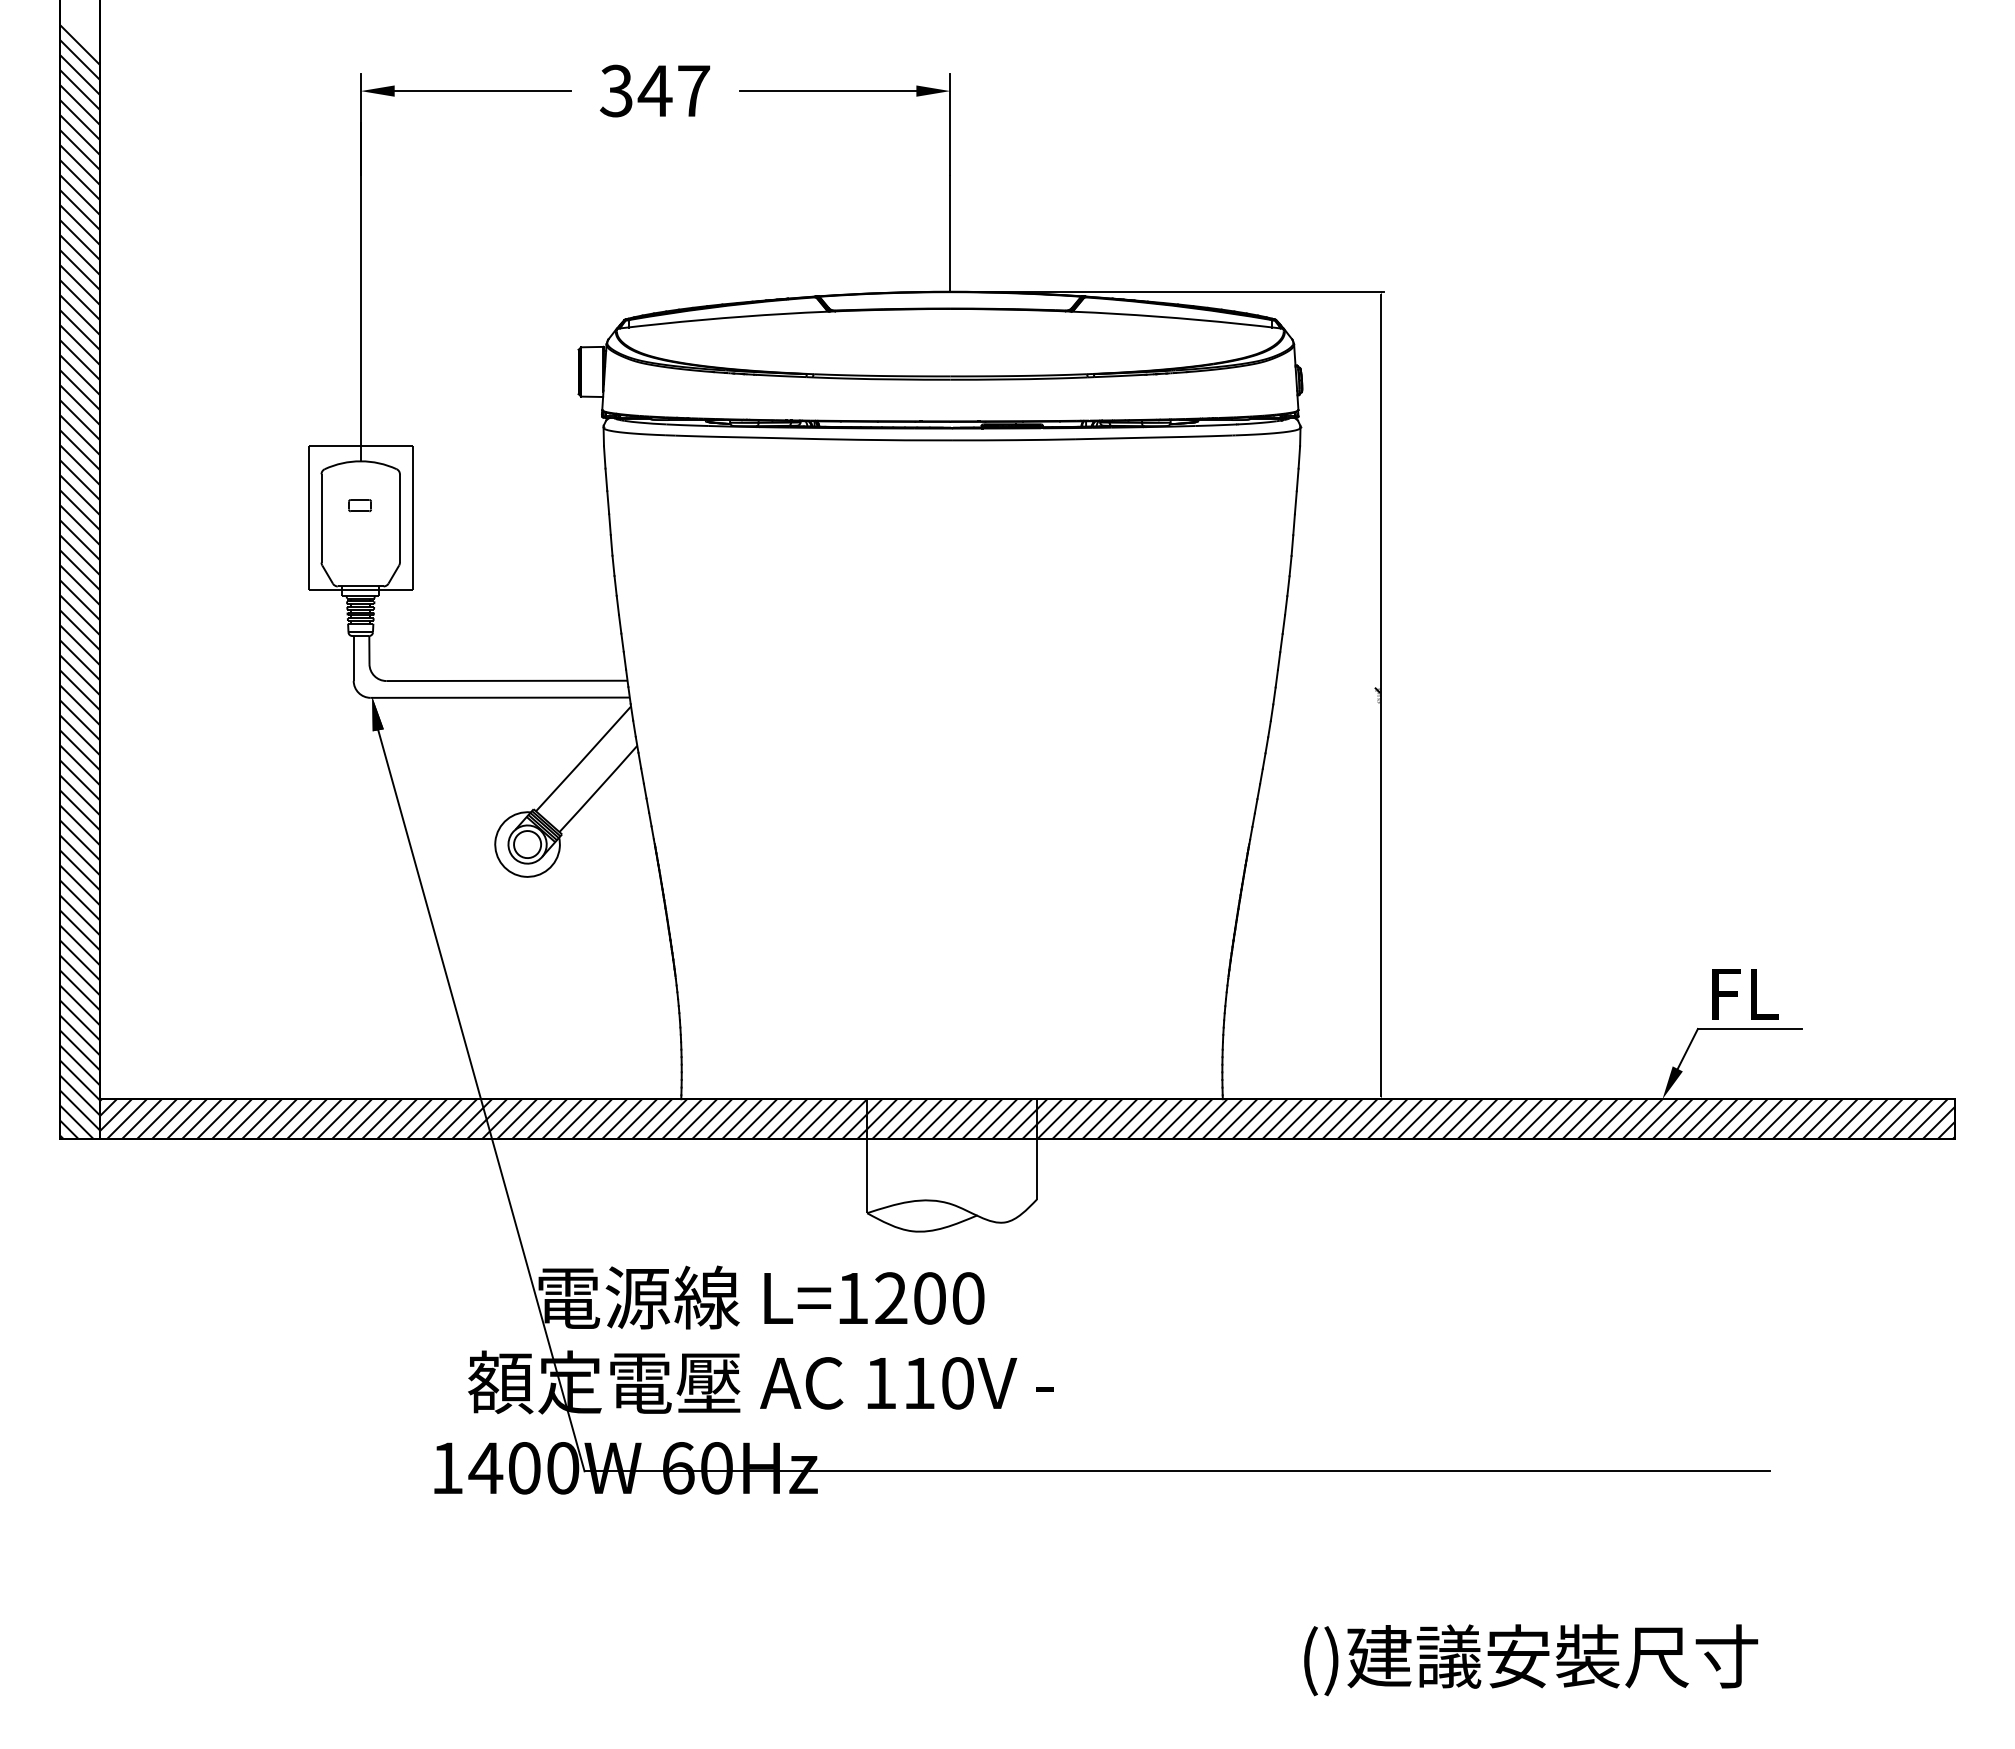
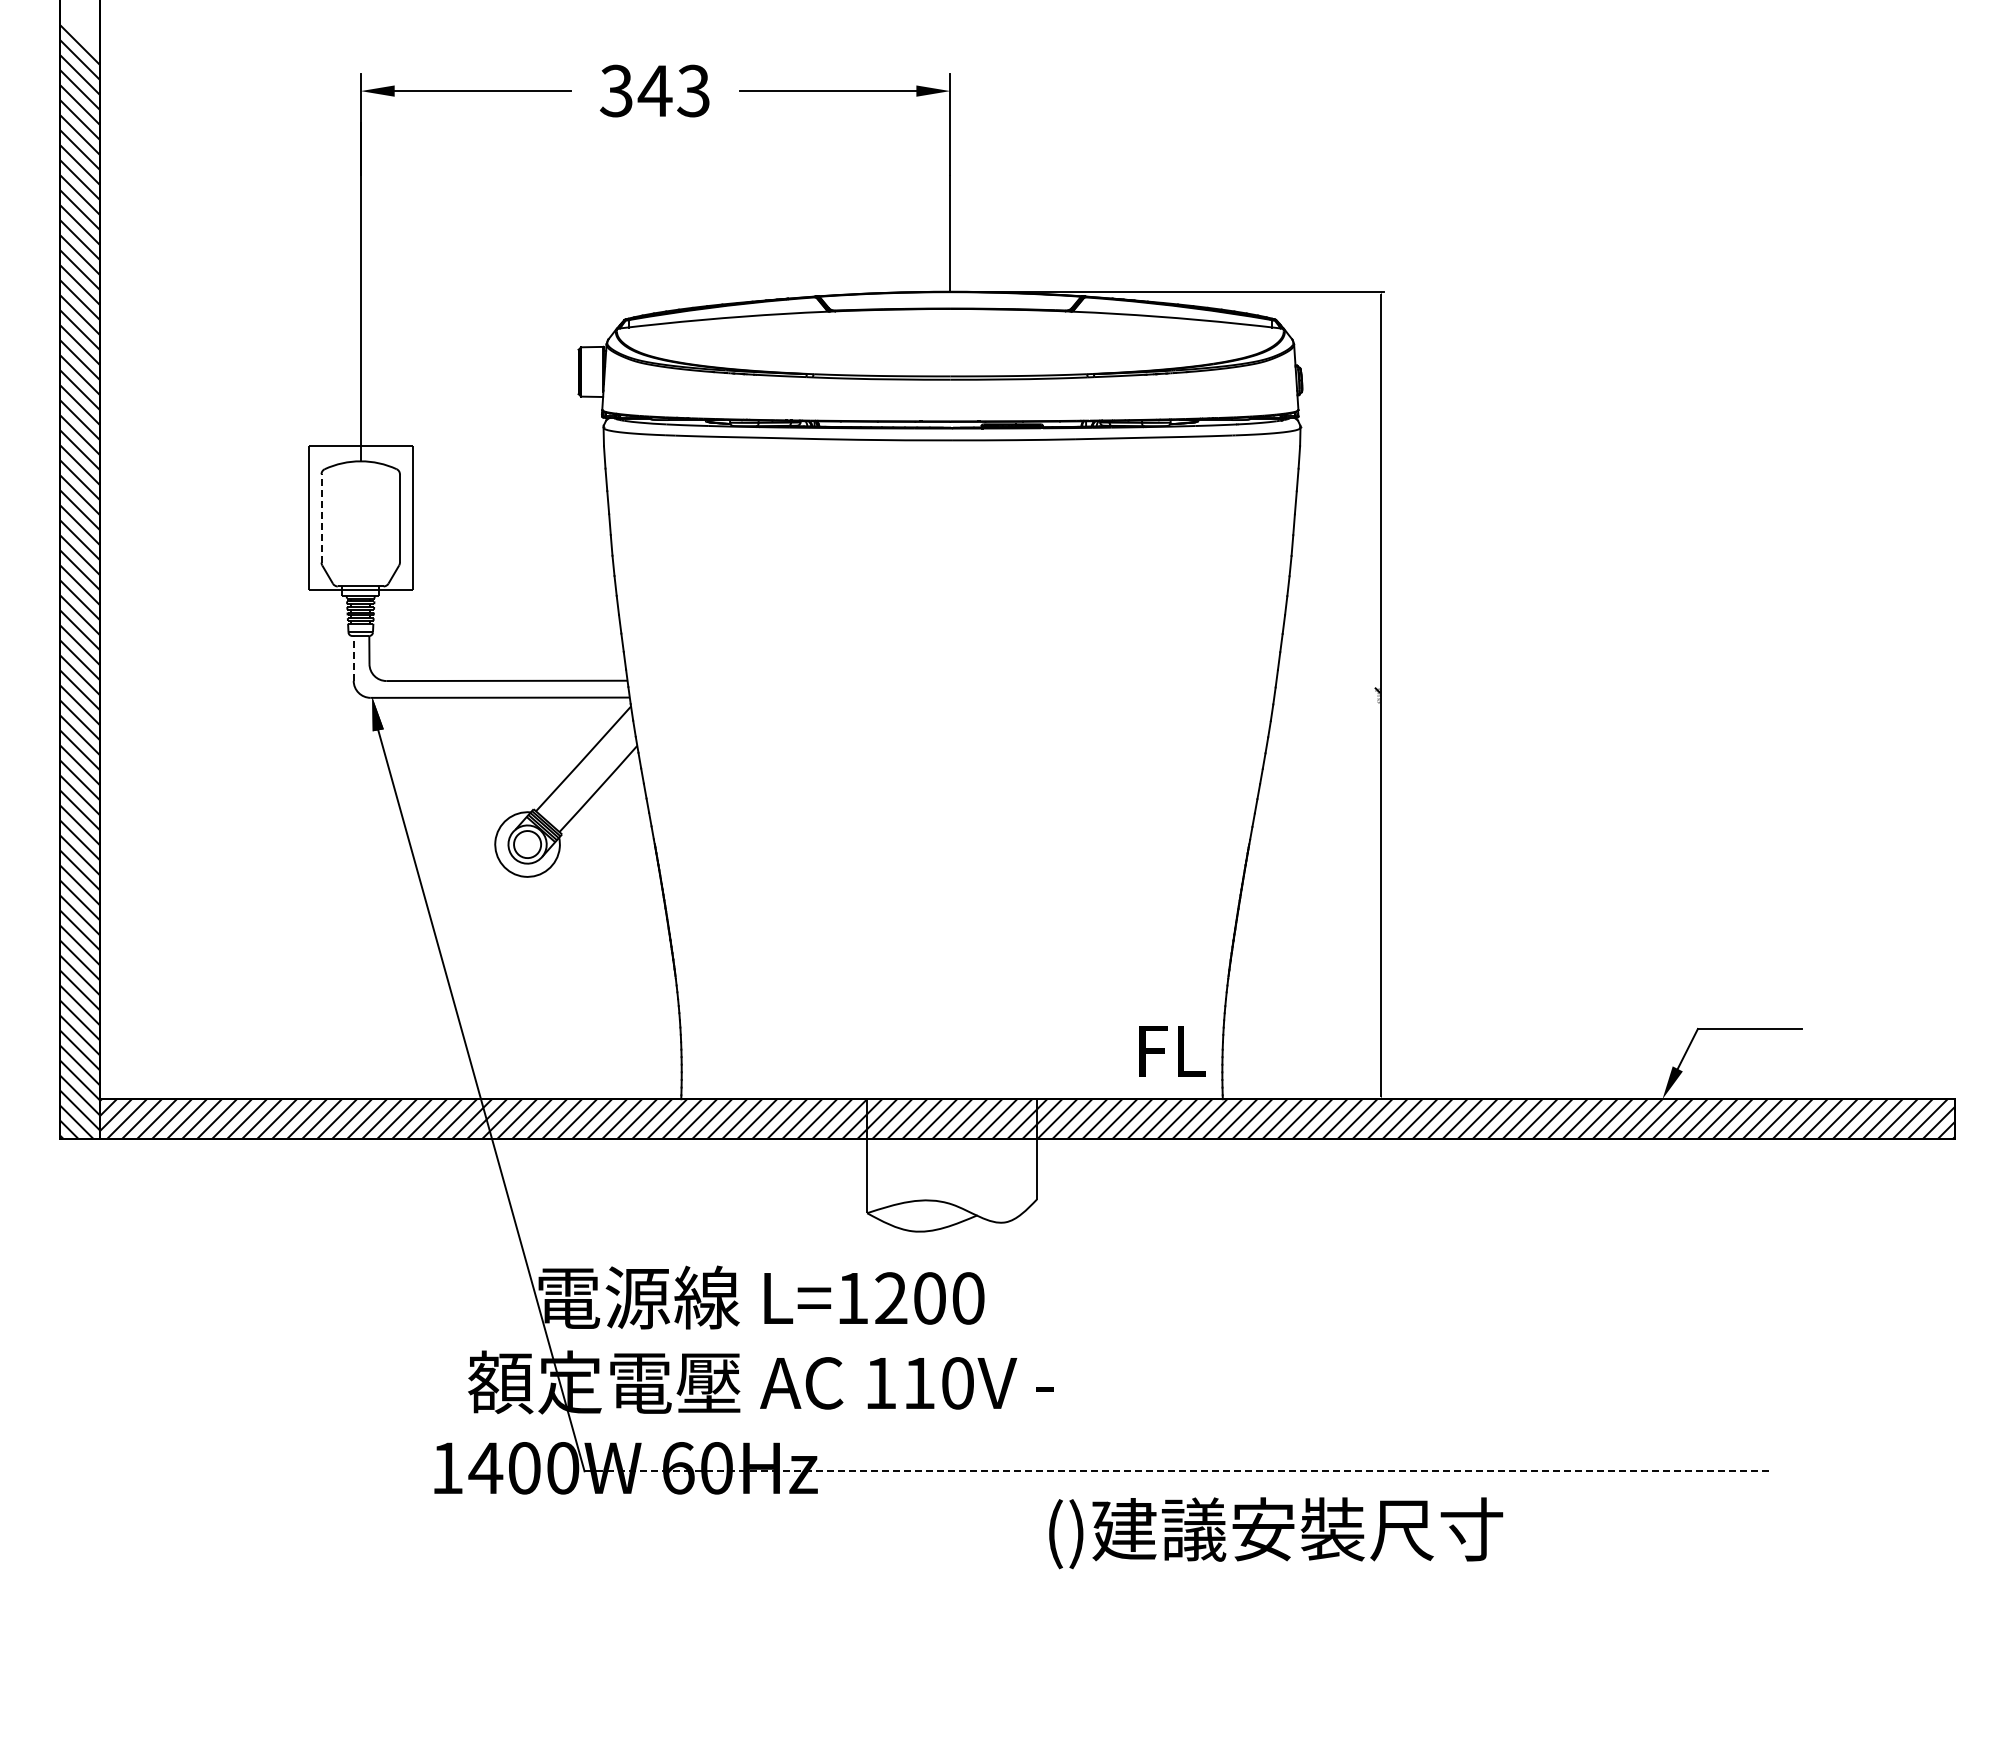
text at (693, 90): 347 -> 343
part at (359, 505): present -> none
line at (321, 517): solid -> dashed
line at (353, 657): solid -> dashed
text at (1745, 994) position: (1745, 994) -> (1172, 1051)
line at (1177, 1471): solid -> dashed
text at (1531, 1660) position: (1531, 1660) -> (1276, 1533)
